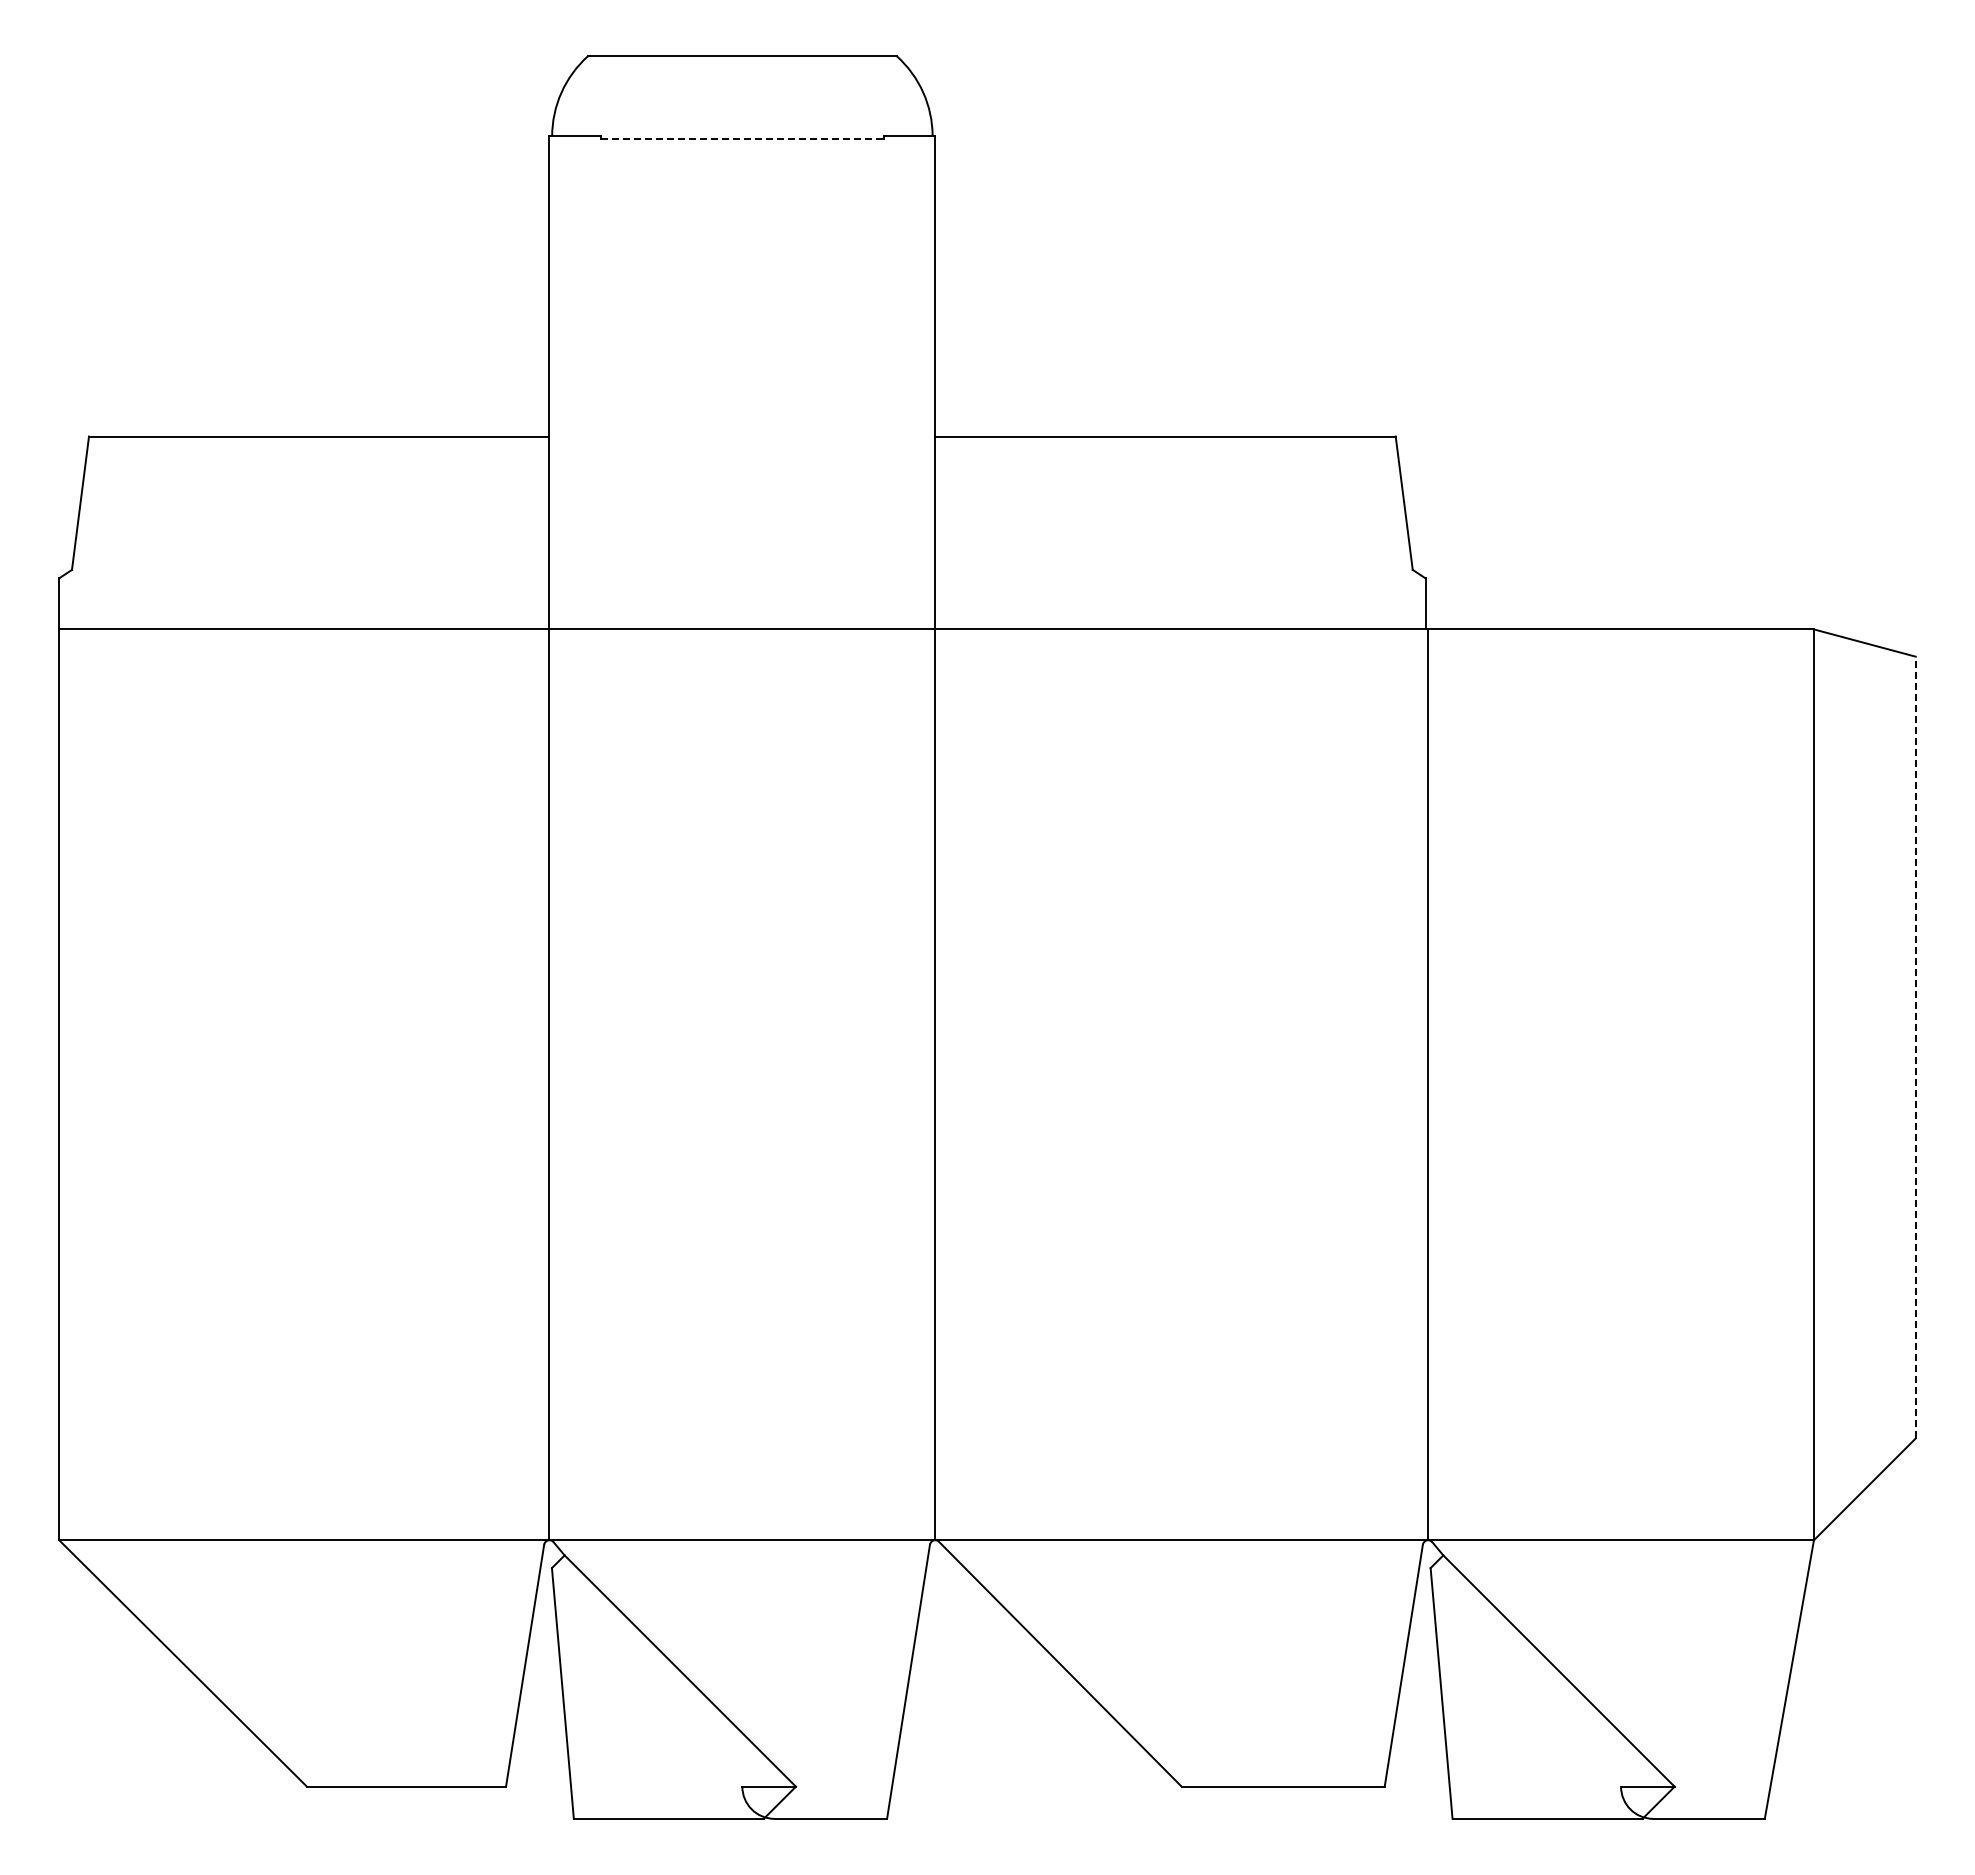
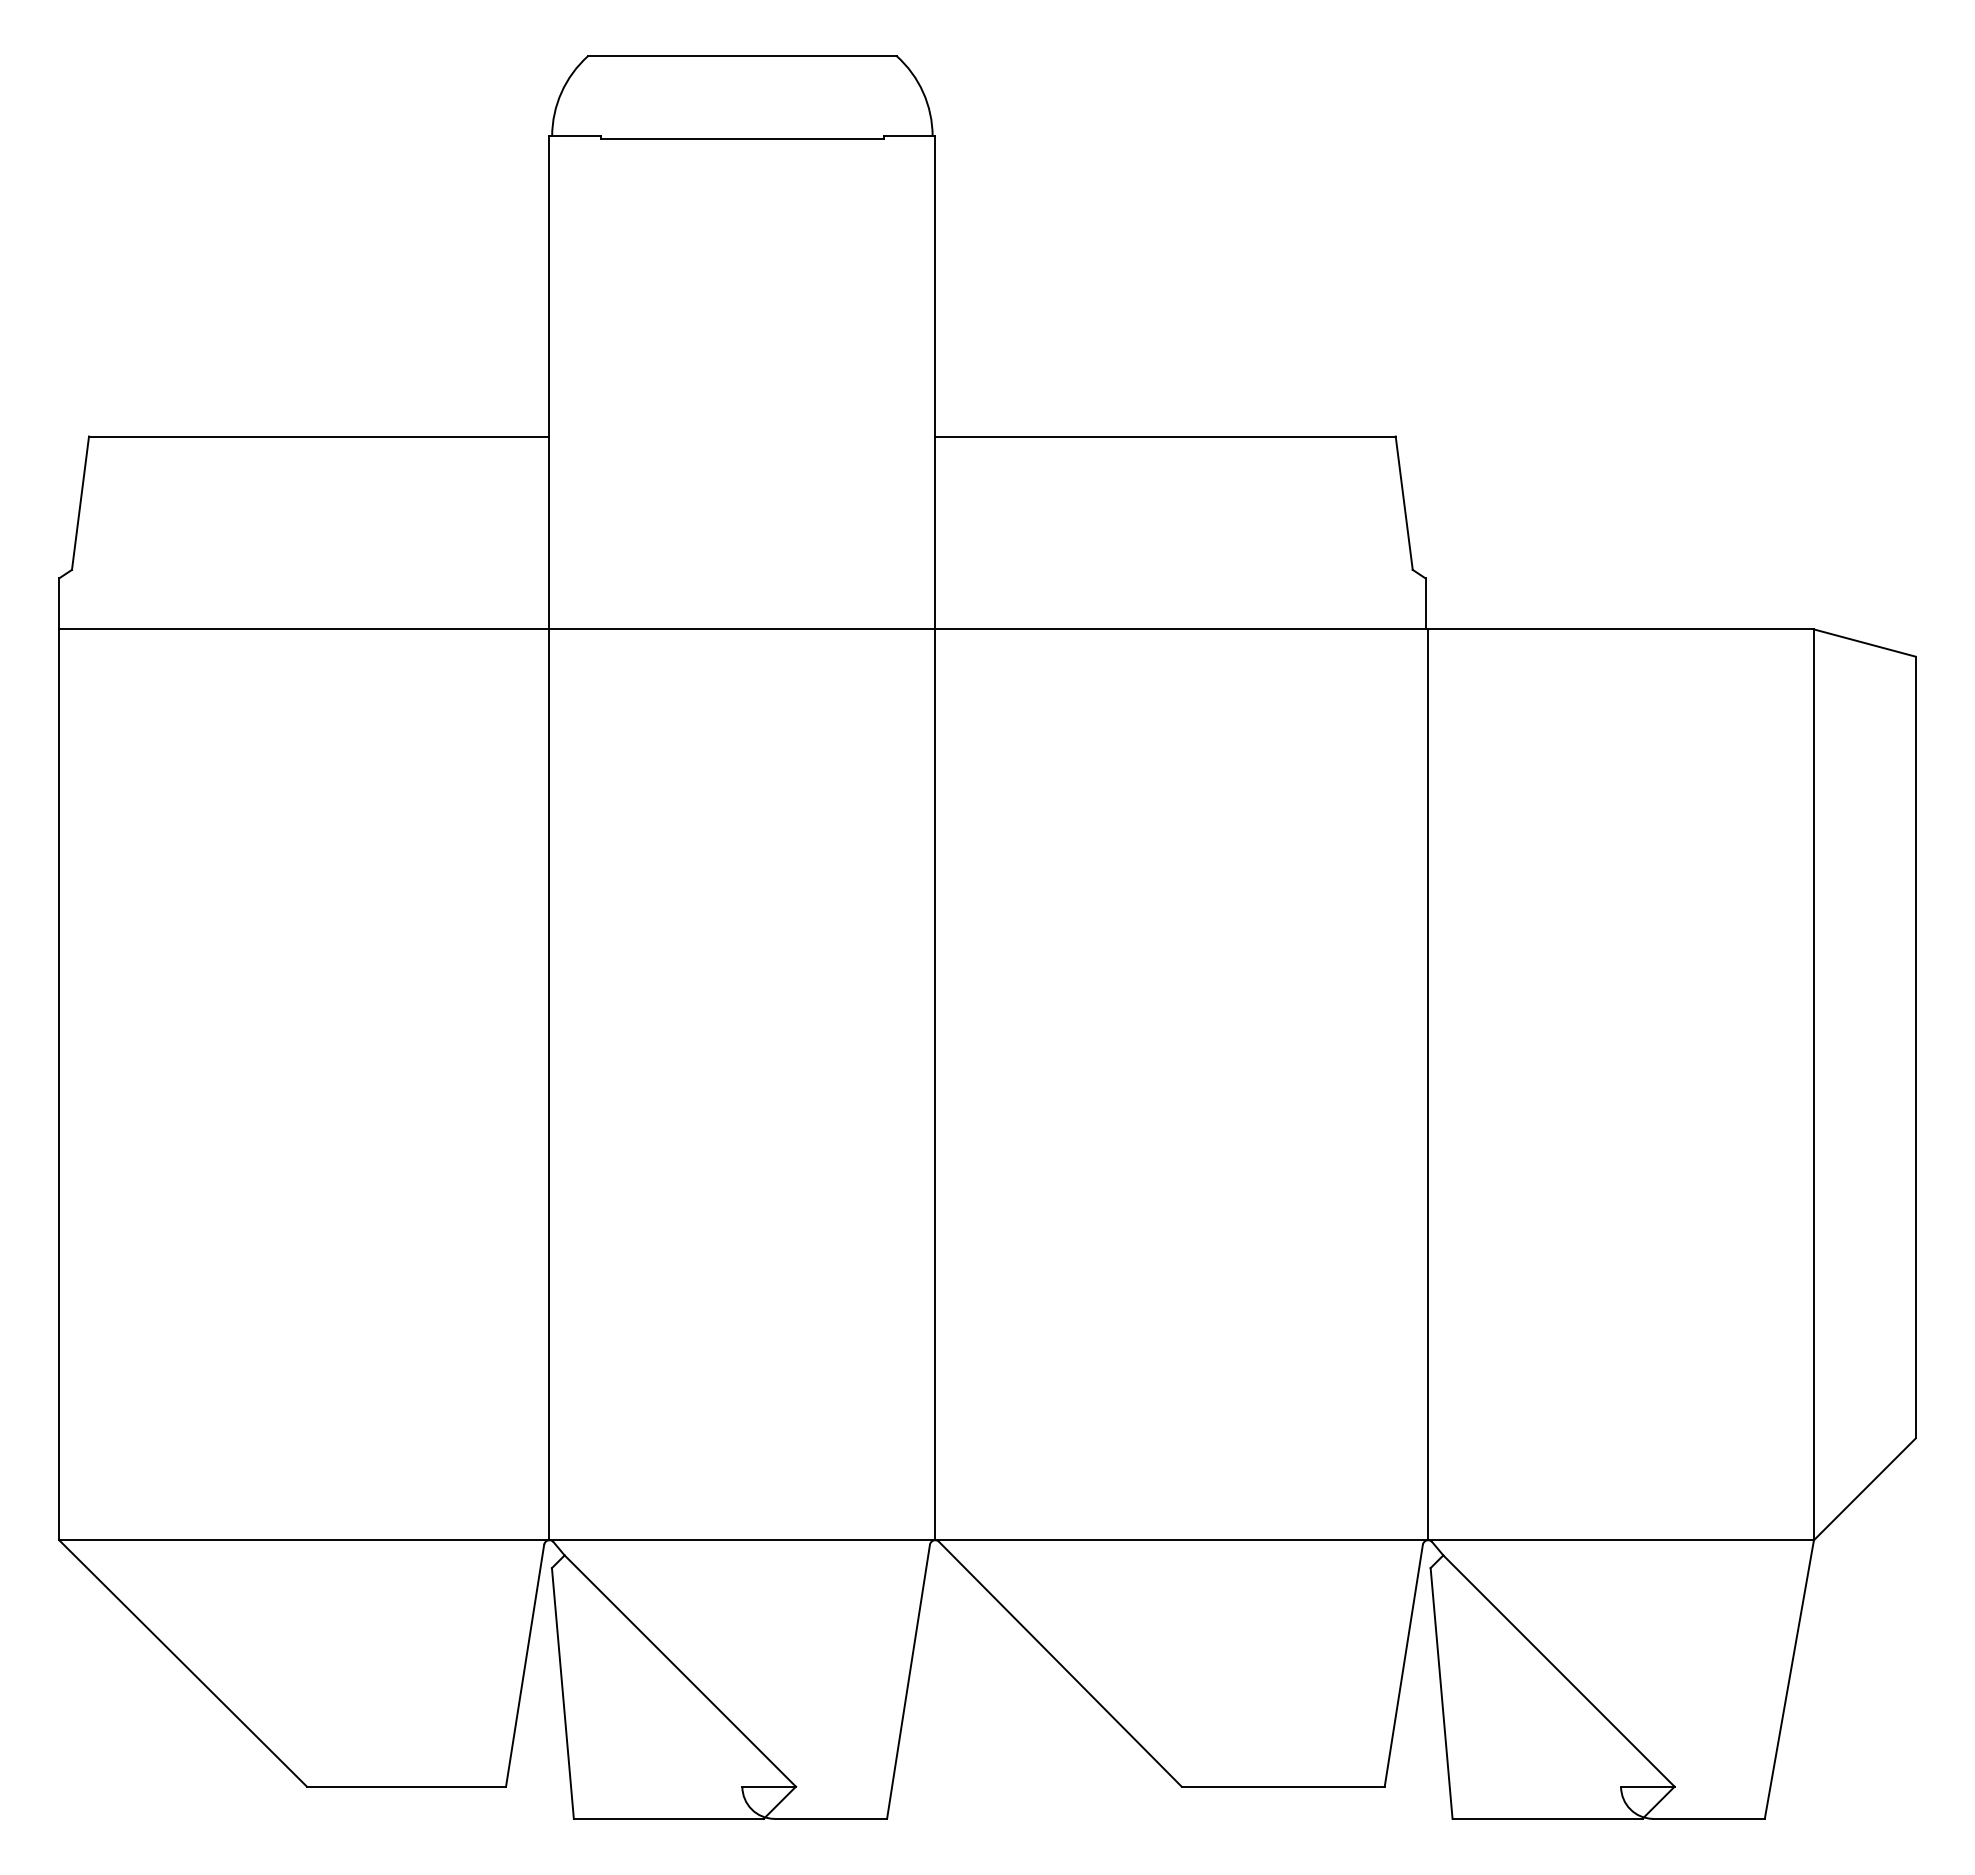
line at (742, 139): dashed -> solid
line at (1915, 1047): dashed -> solid
